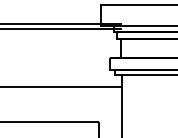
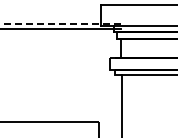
line at (60, 24): solid -> dashed
line at (61, 87): present -> none
